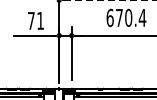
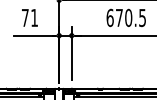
line at (110, 0): dashed -> solid
text at (142, 18): 670.4 -> 670.5
text at (35, 20) position: (35, 20) -> (29, 17)
